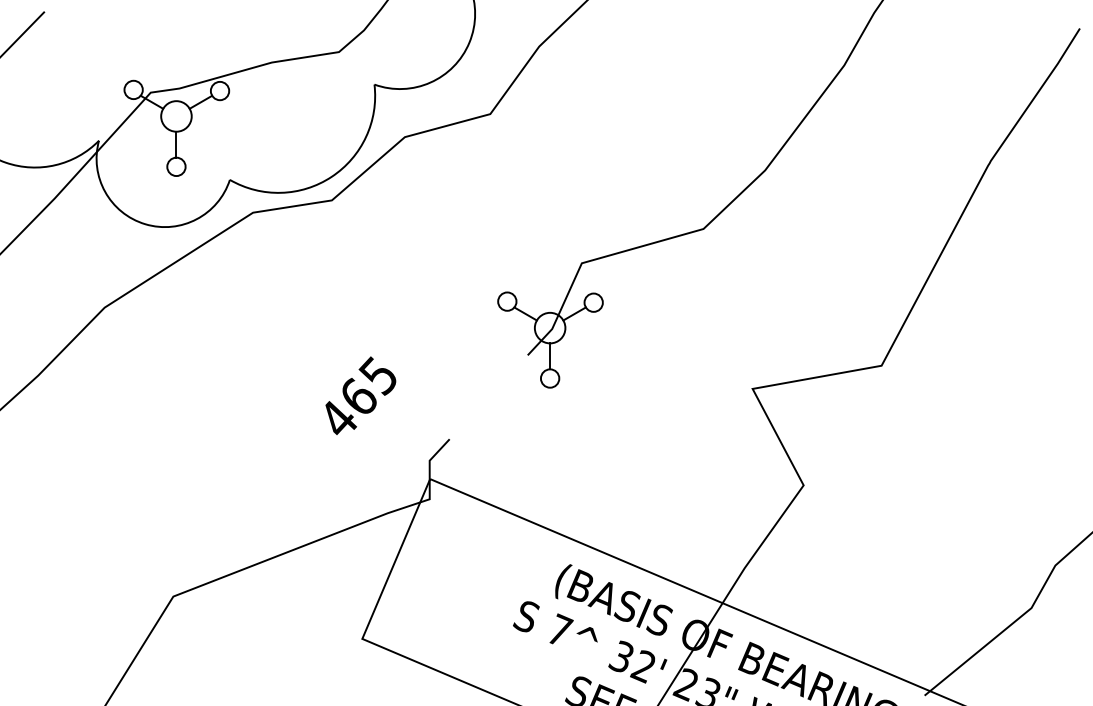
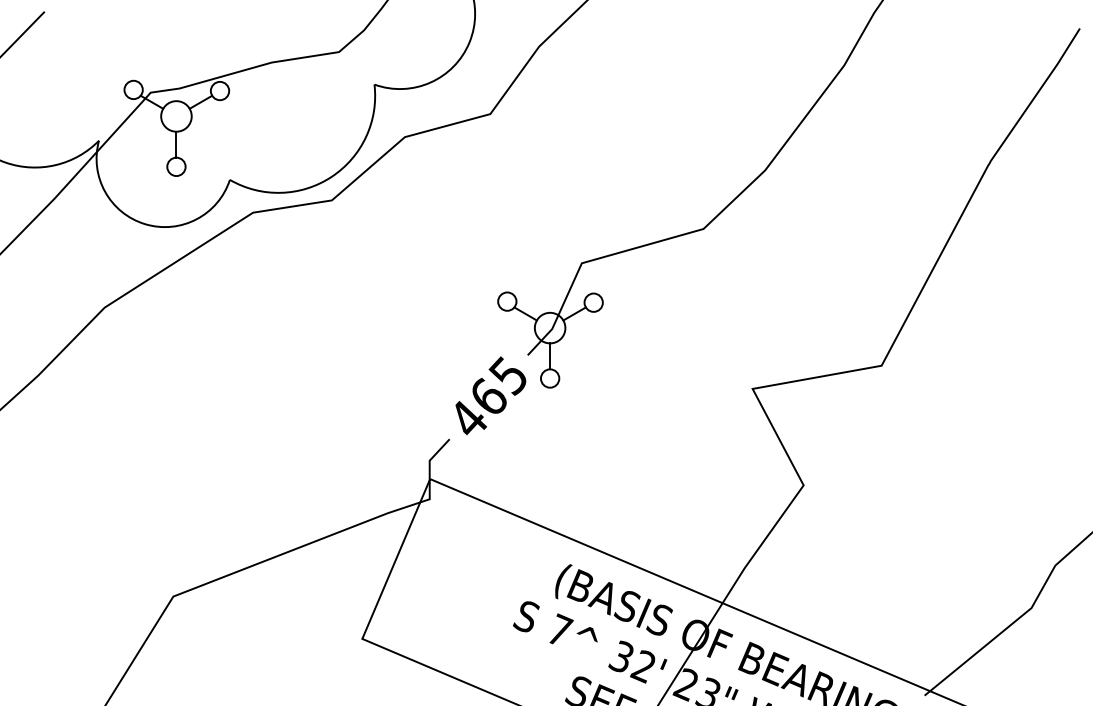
text at (360, 395) position: (360, 395) -> (490, 395)
